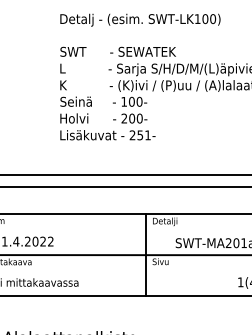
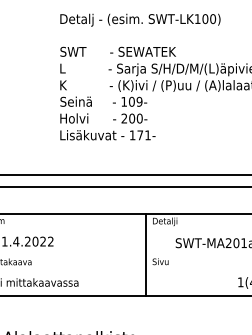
text at (139, 101): 100- -> 109-
text at (136, 135): 251- -> 171-
line at (125, 255): present -> none
